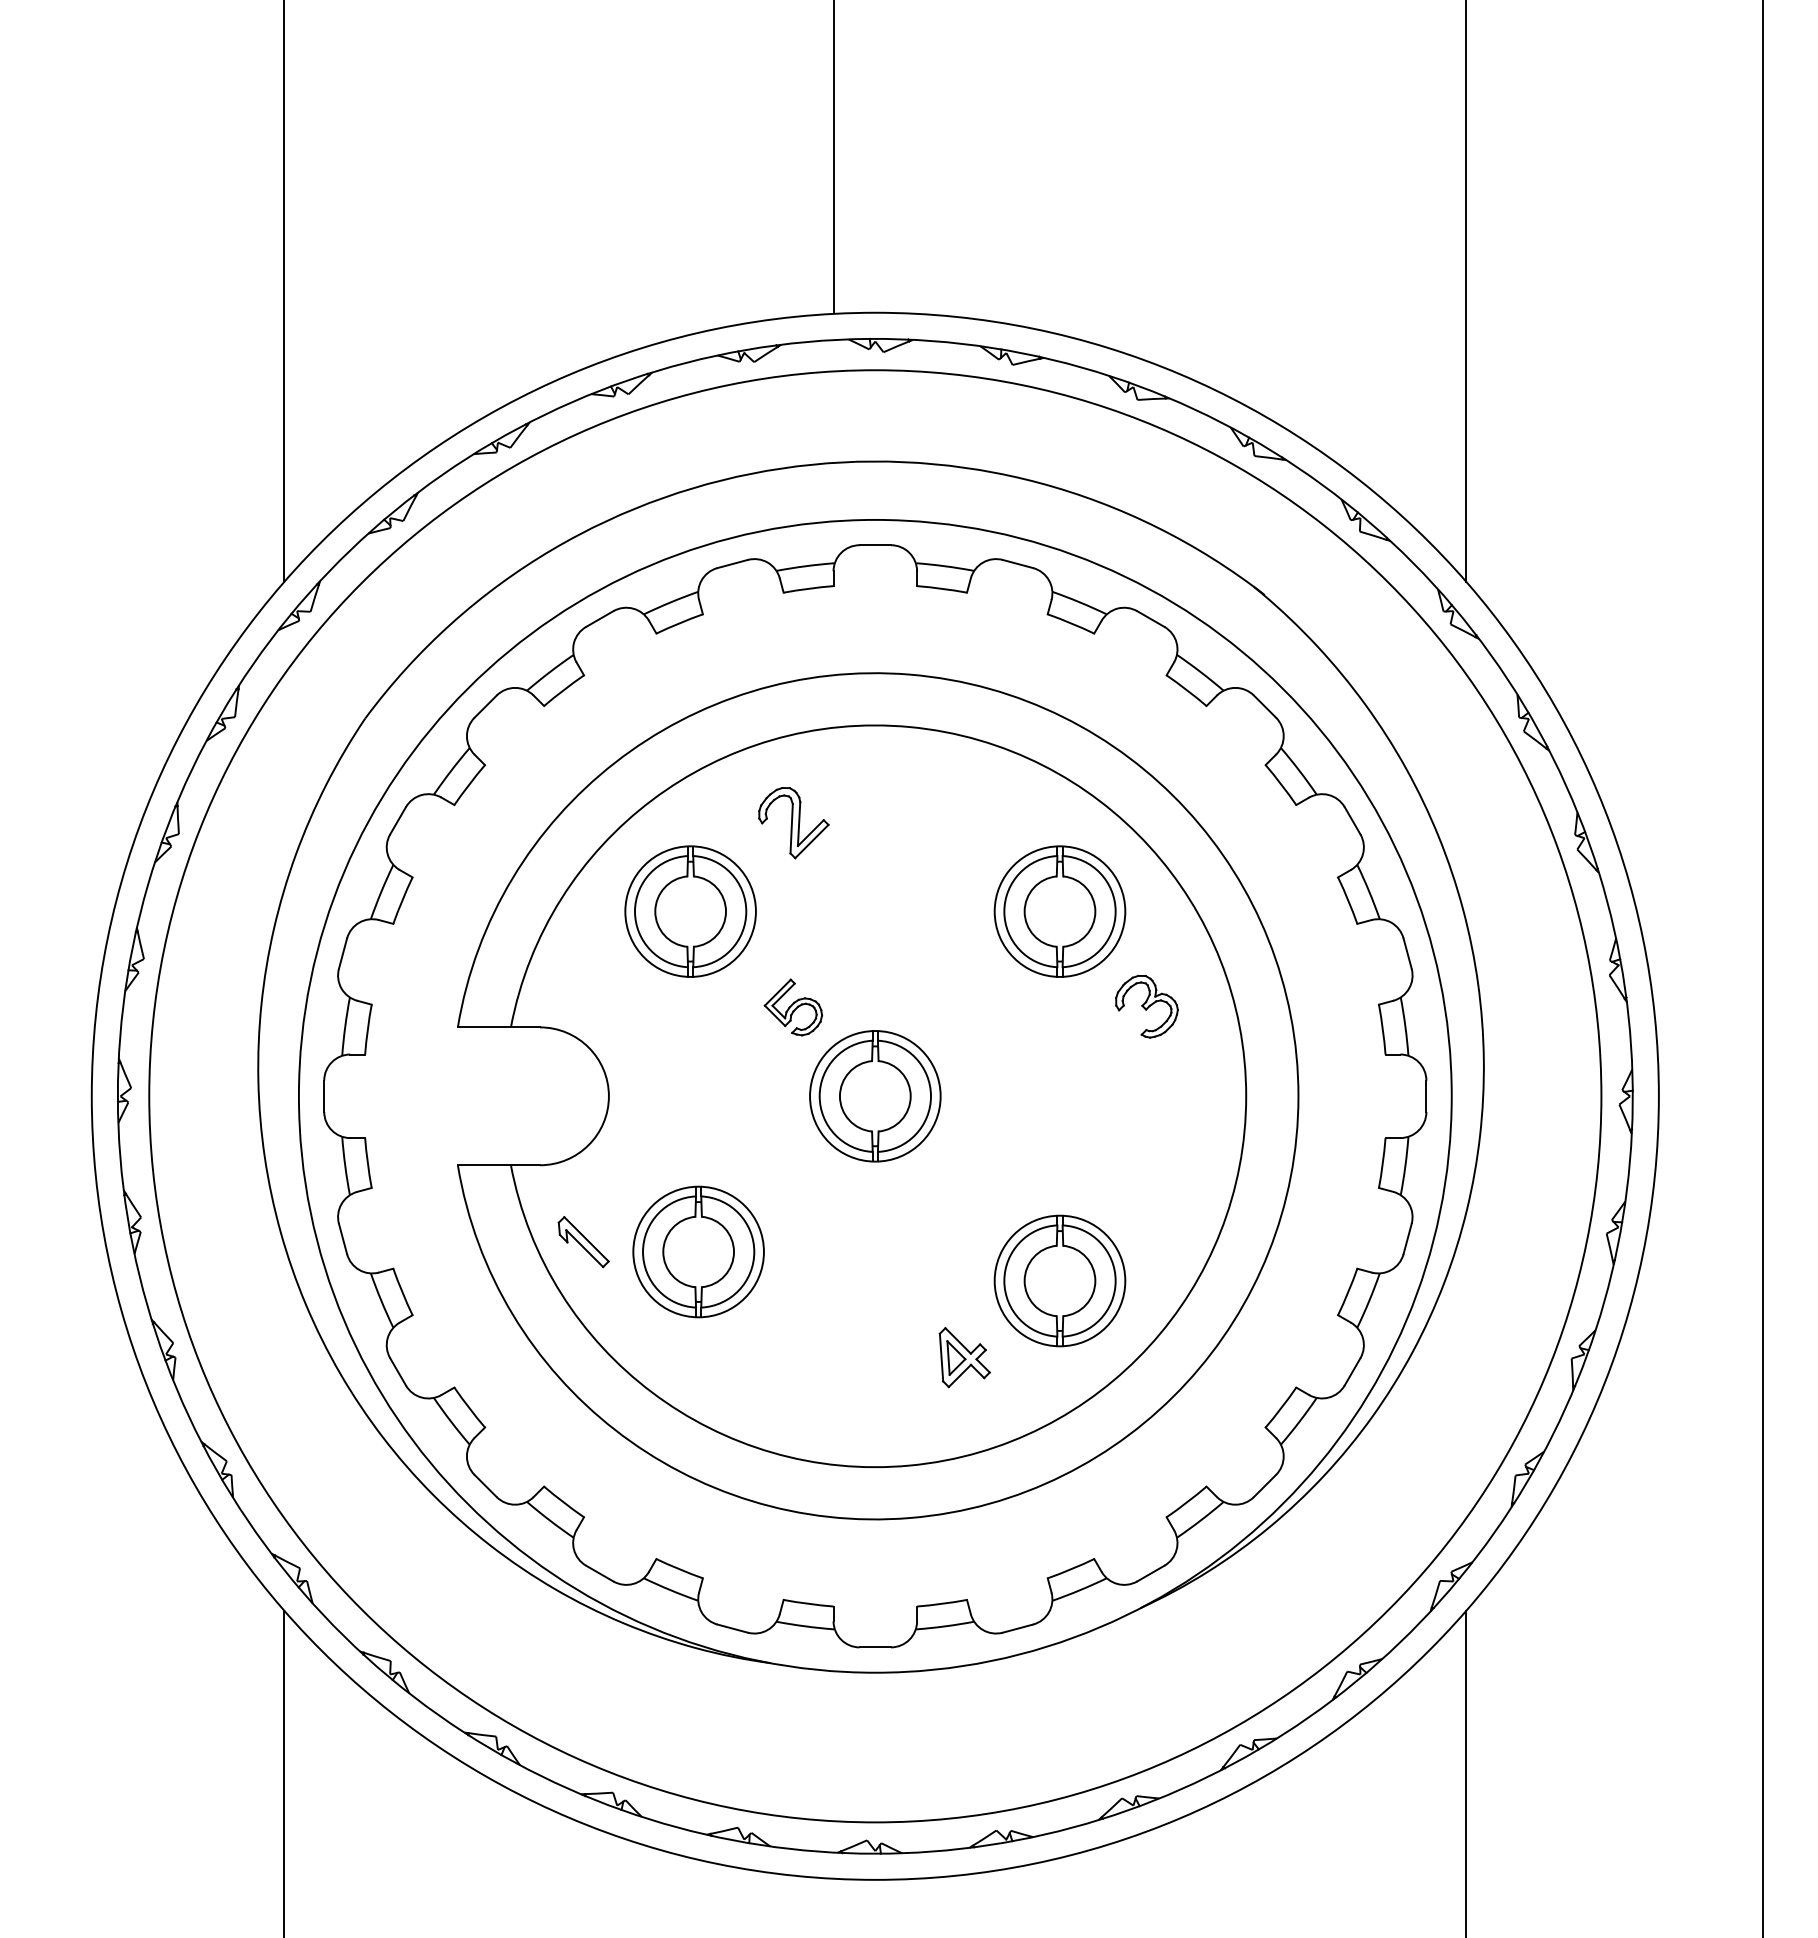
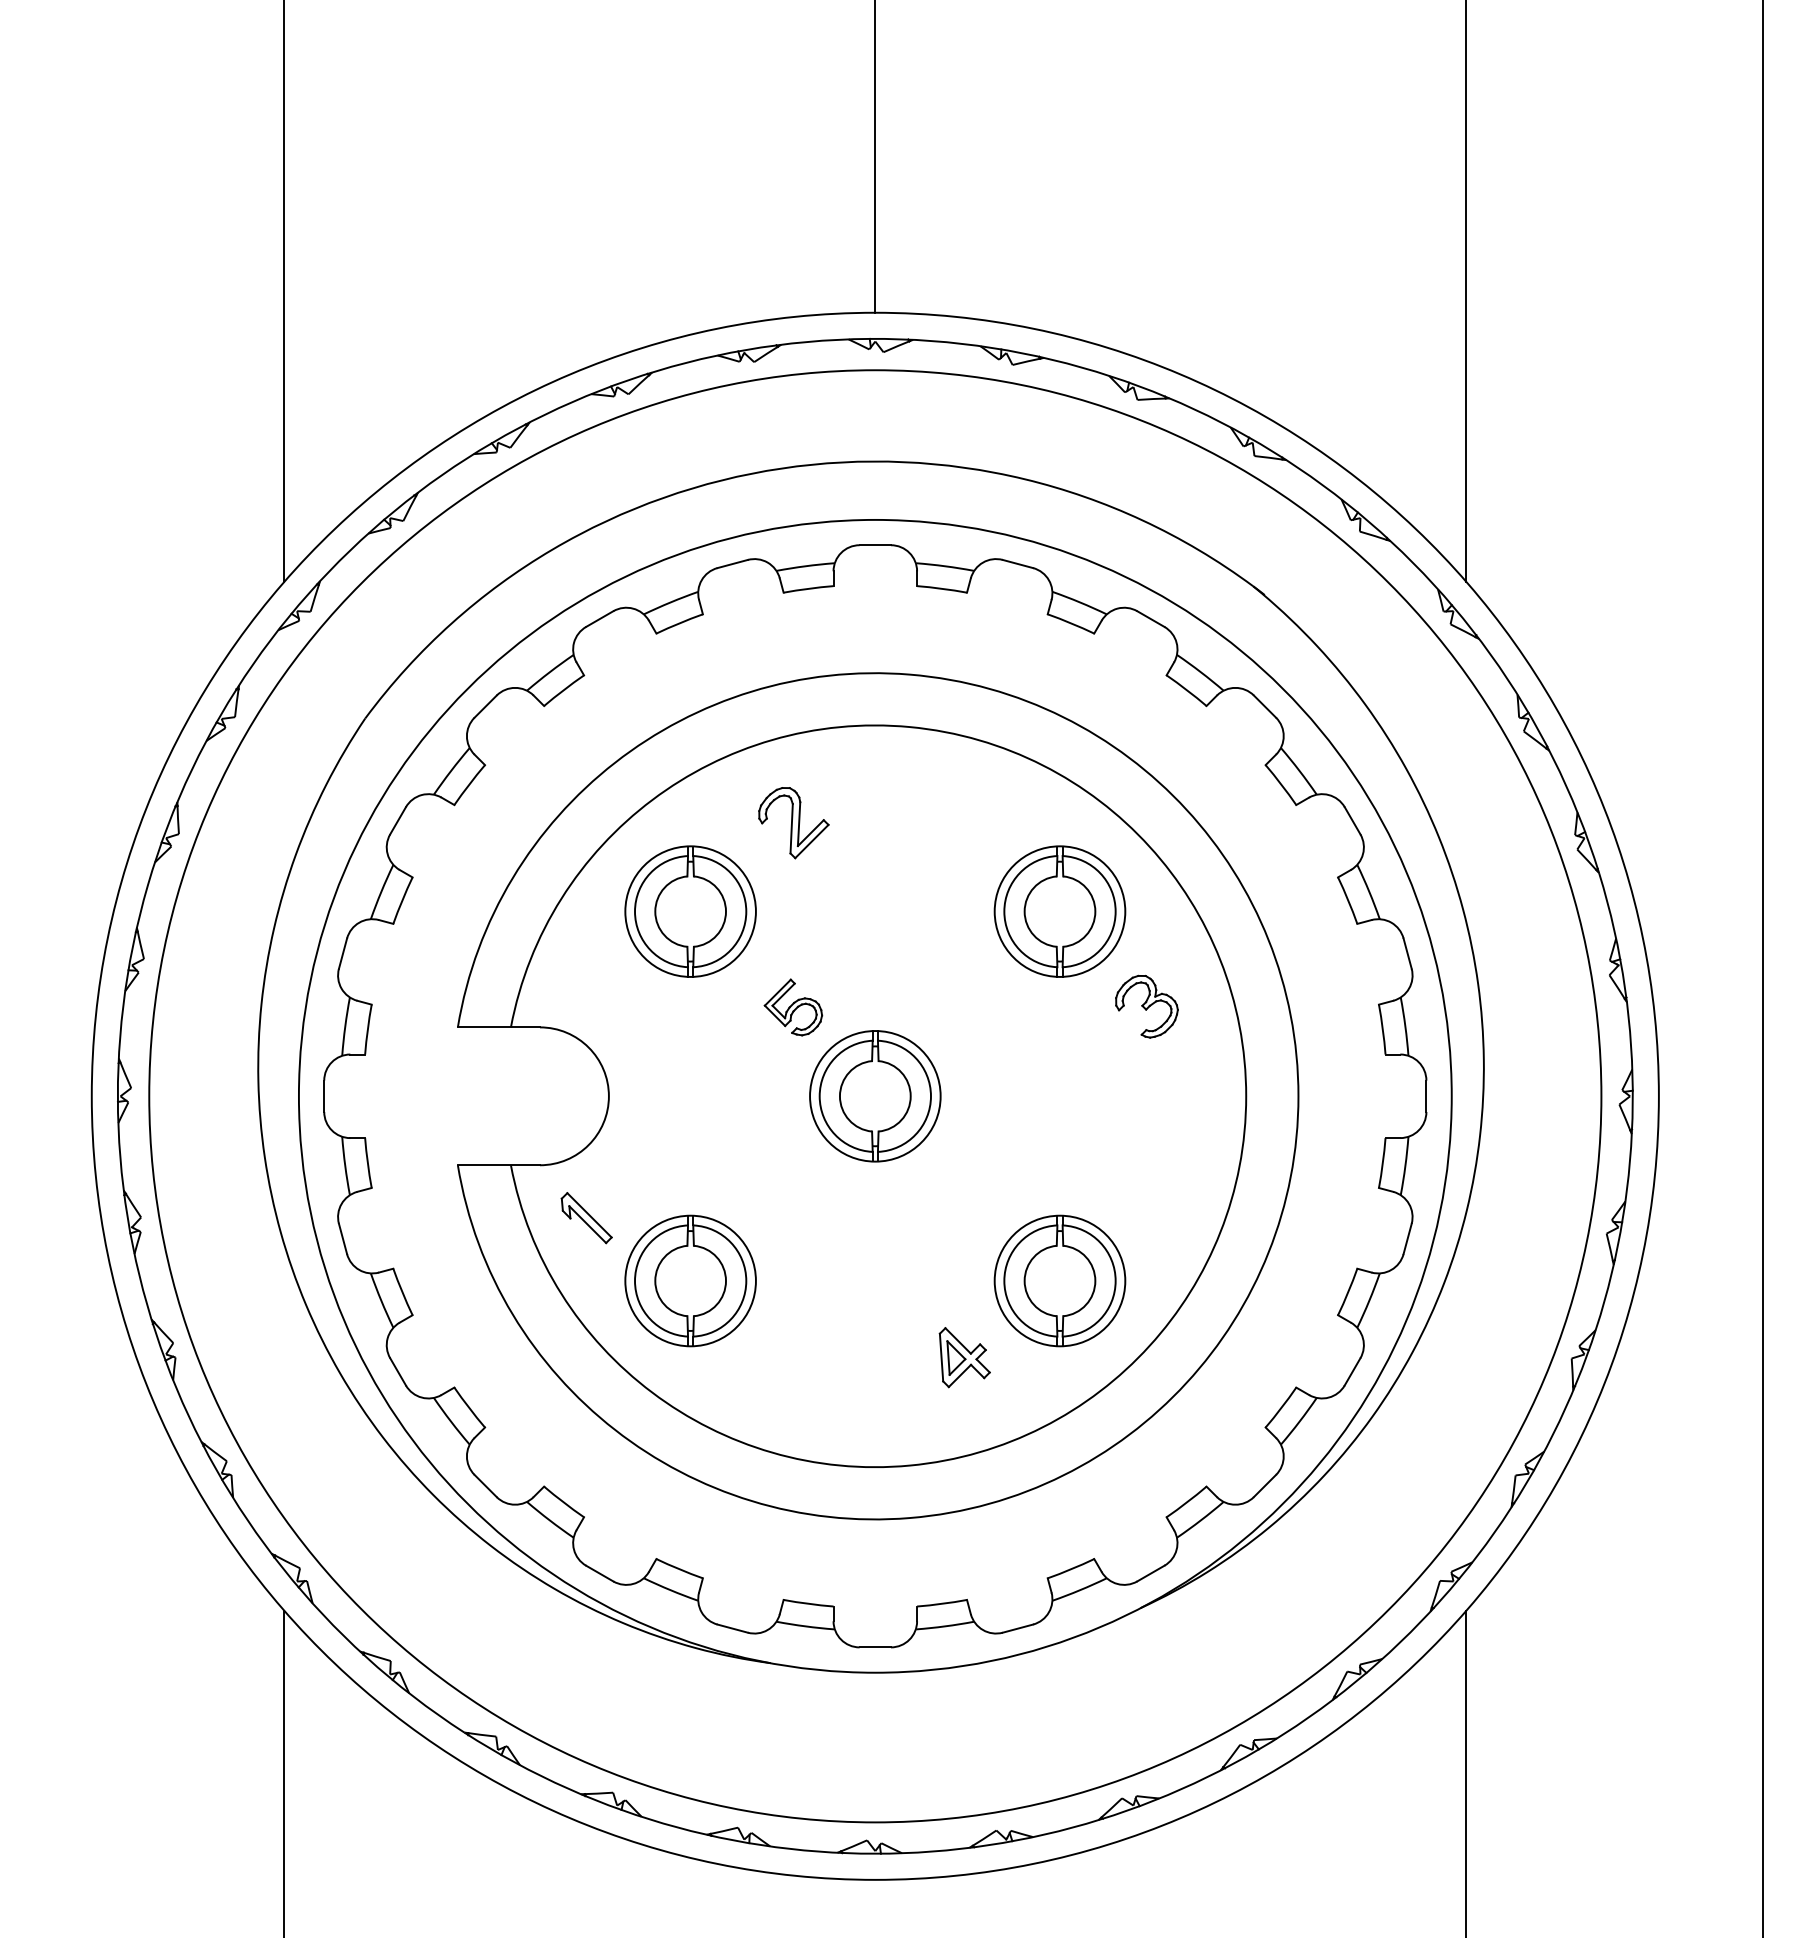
line at (834, 157) position: (834, 157) -> (875, 157)
part at (583, 1242) position: (583, 1242) -> (586, 1218)
part at (698, 1251) position: (698, 1251) -> (690, 1280)
